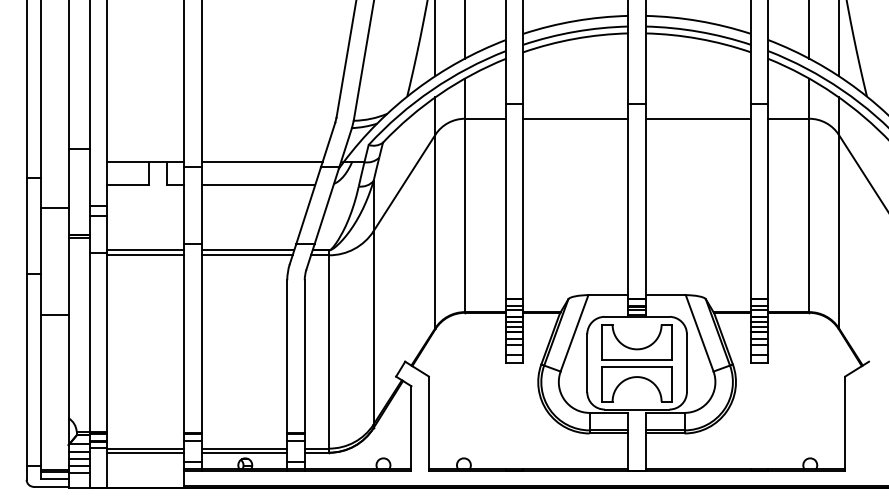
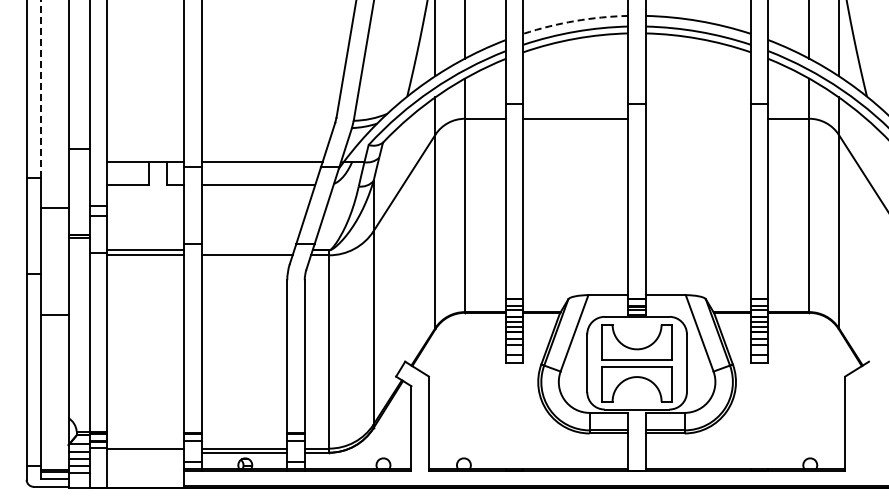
arc at (575, 21): solid -> dashed
line at (40, 88): solid -> dashed
line at (697, 118): present -> none
line at (247, 250): present -> none
line at (145, 452): present -> none
